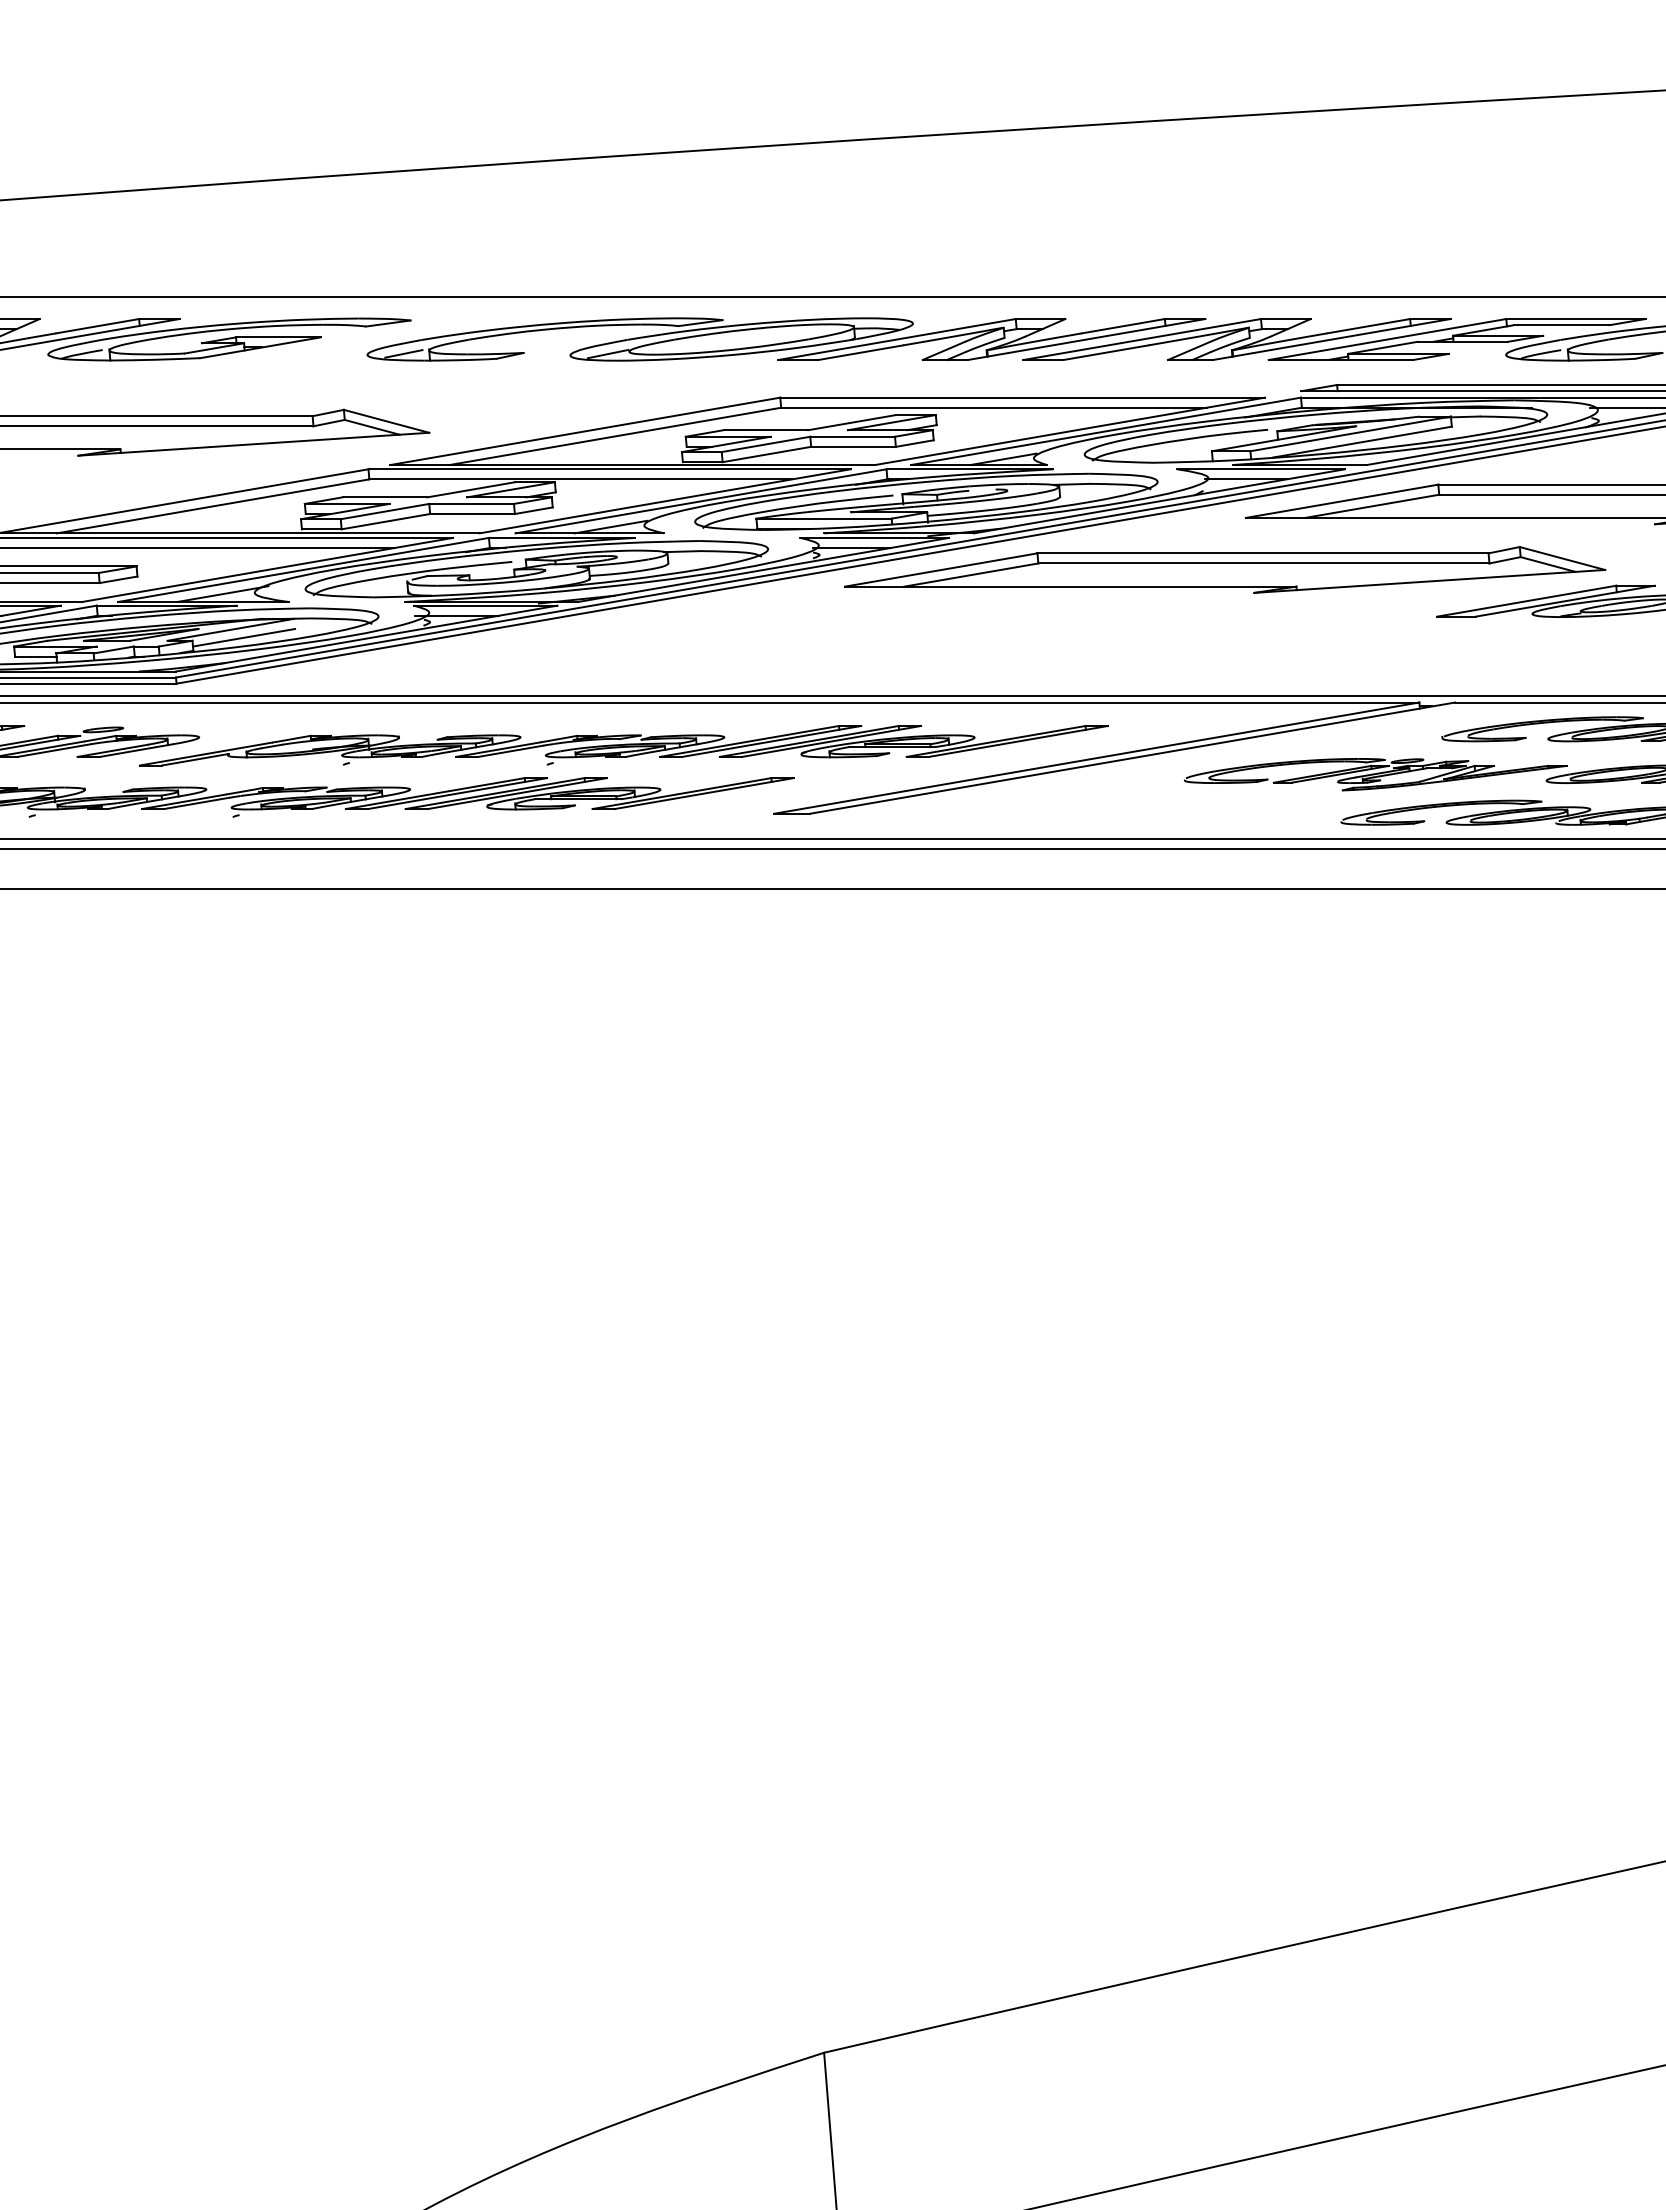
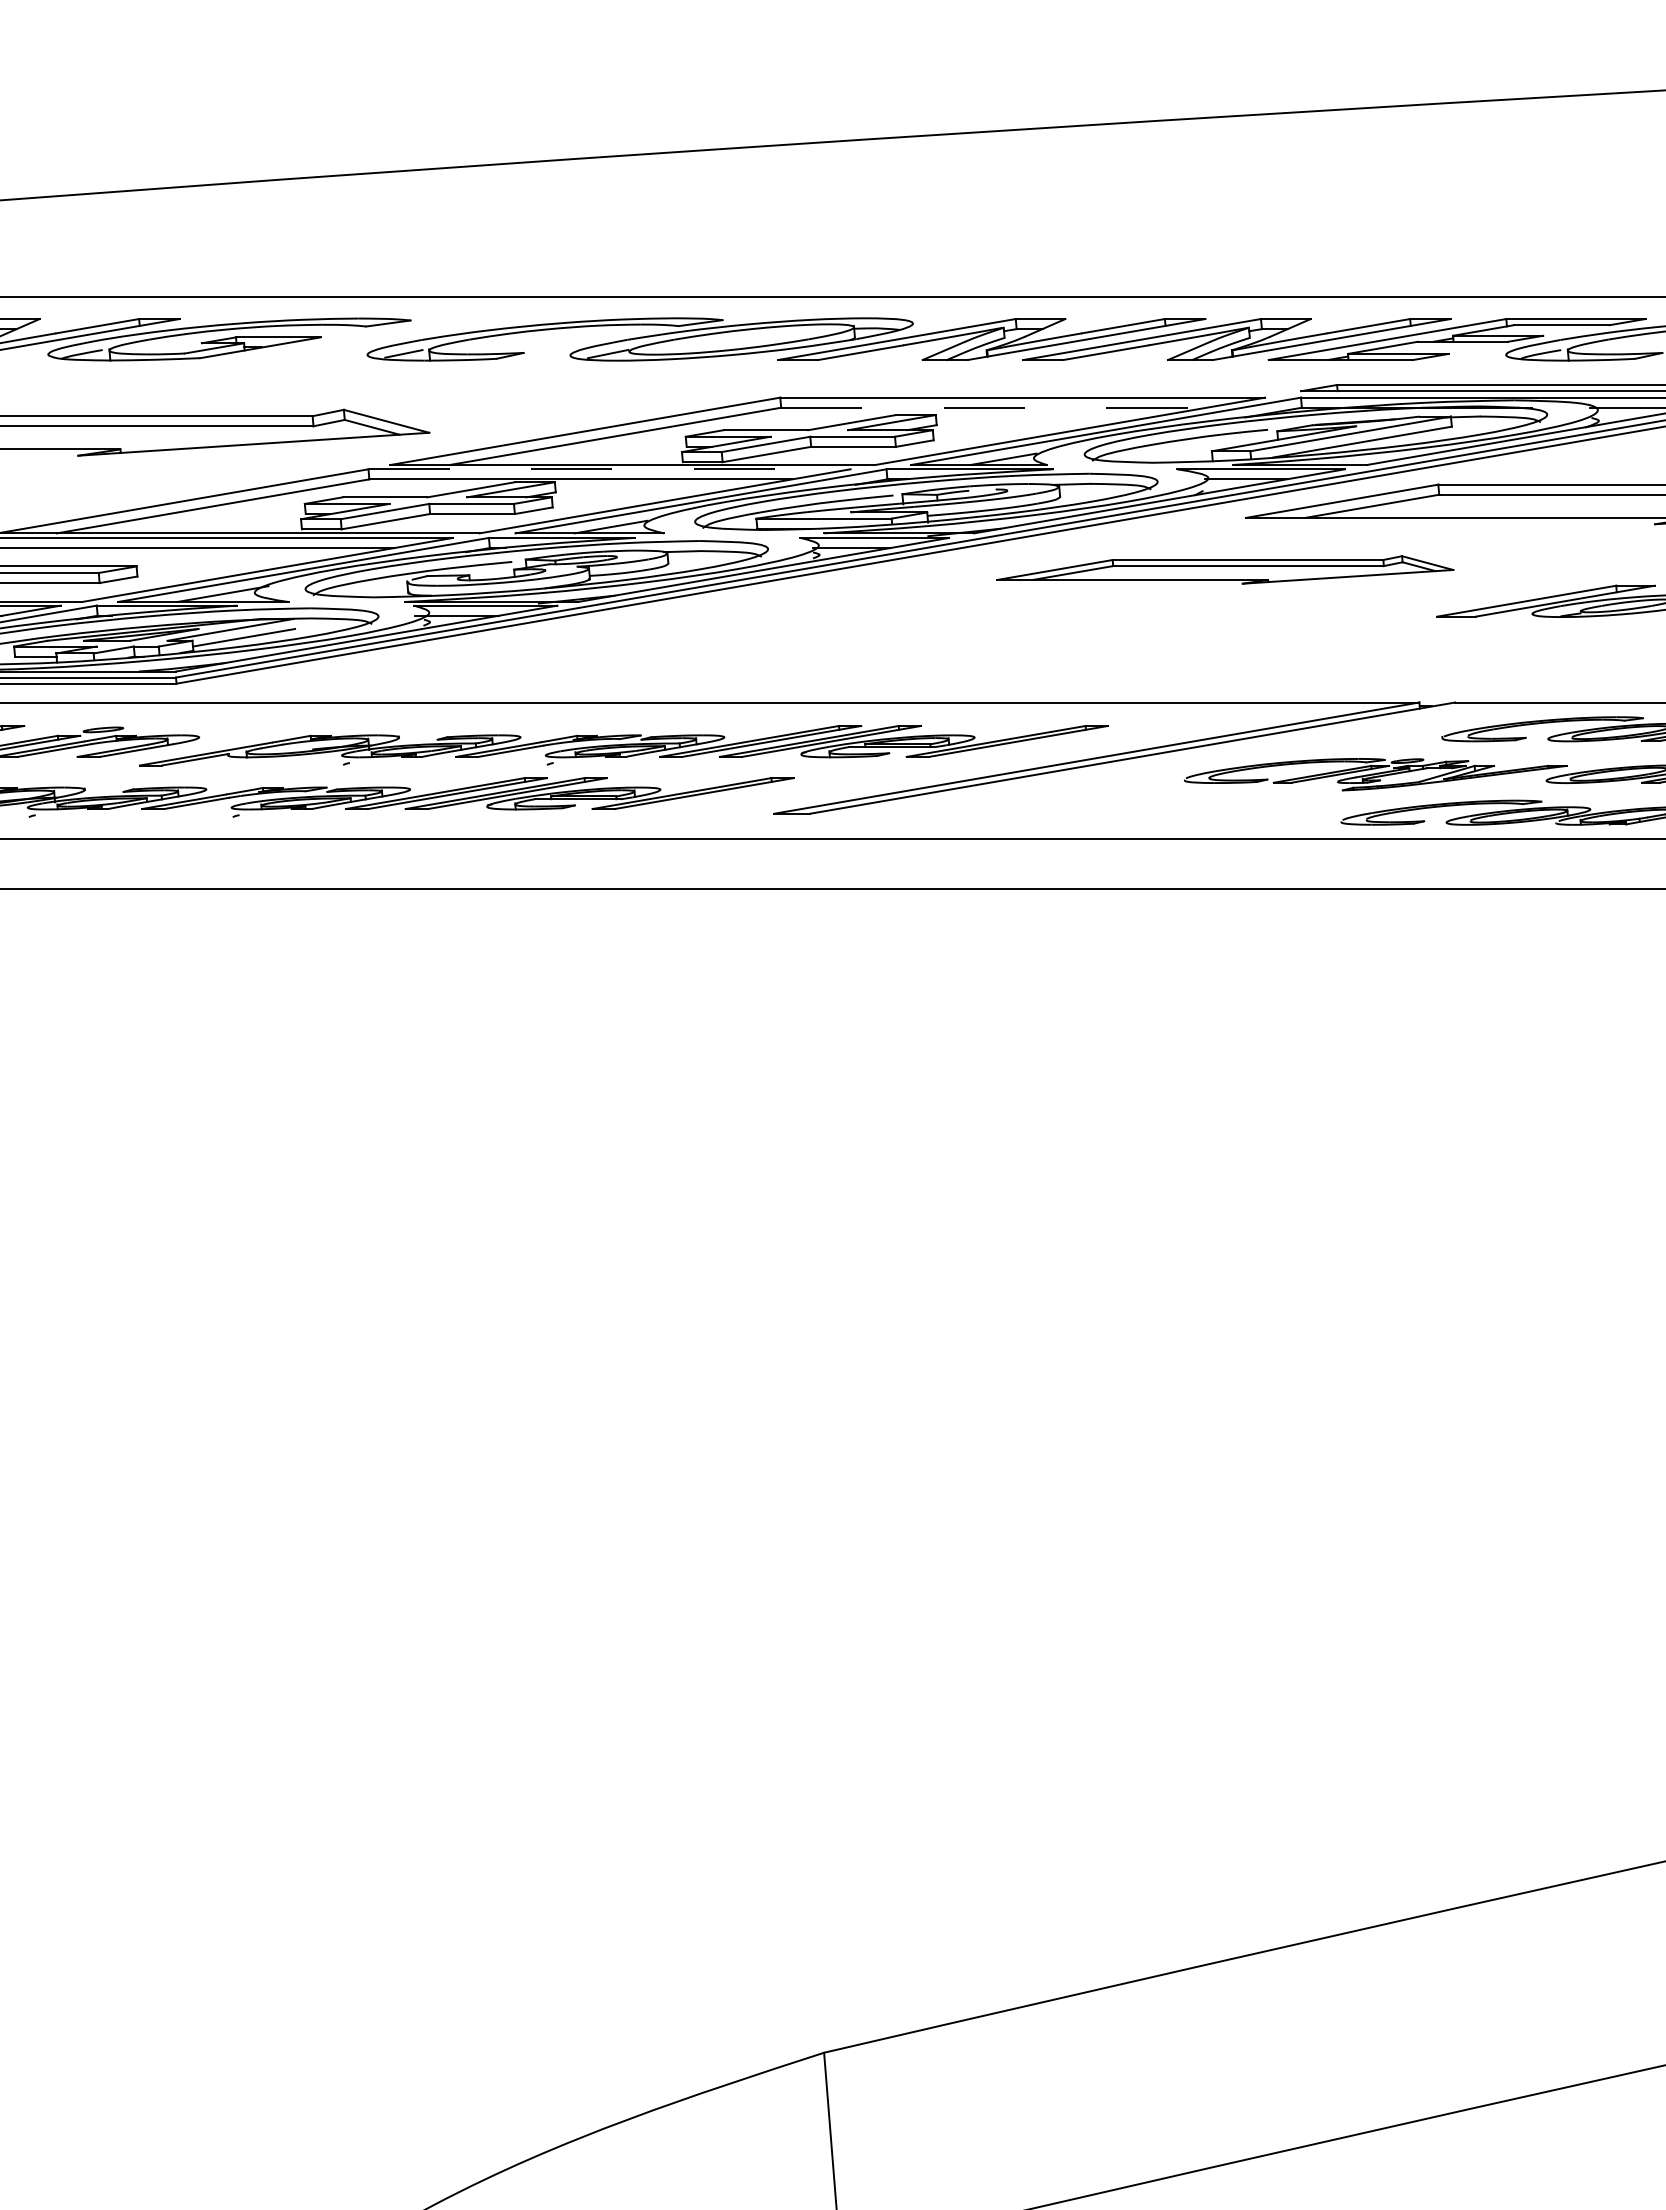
line at (993, 407): solid -> dashed
line at (610, 469): solid -> dashed
part at (1225, 569) size: 763x48 px -> 459x30 px
line at (832, 696): present -> none
line at (832, 849): present -> none
